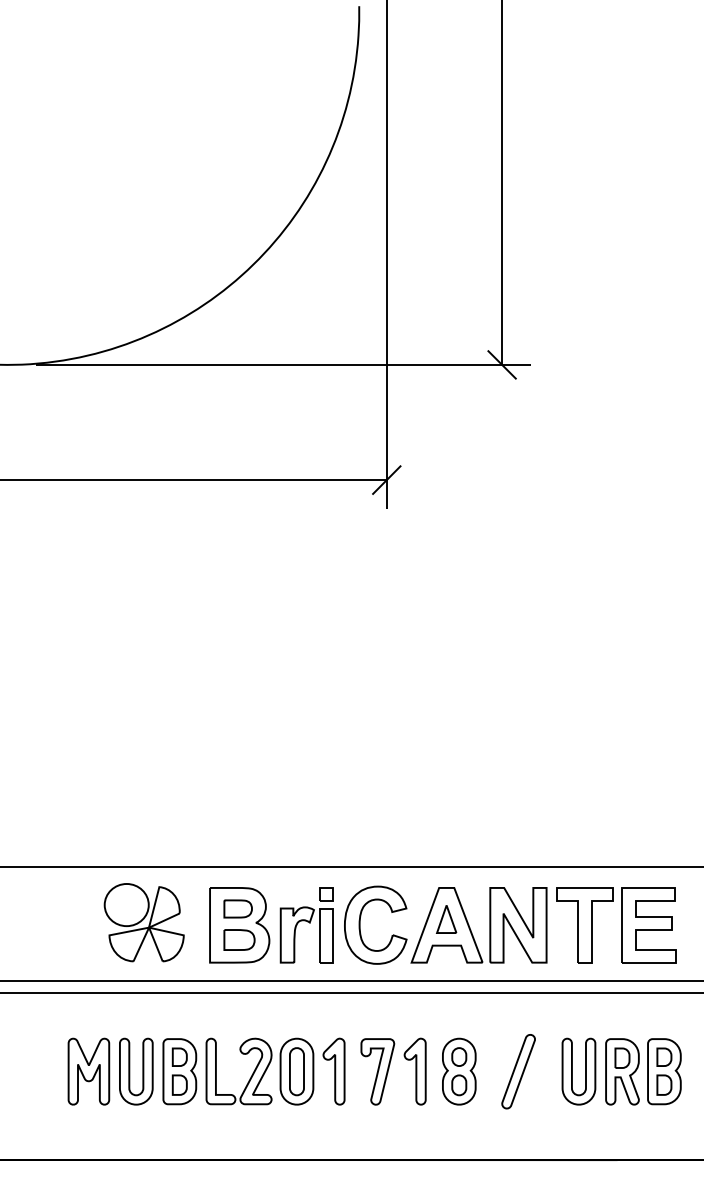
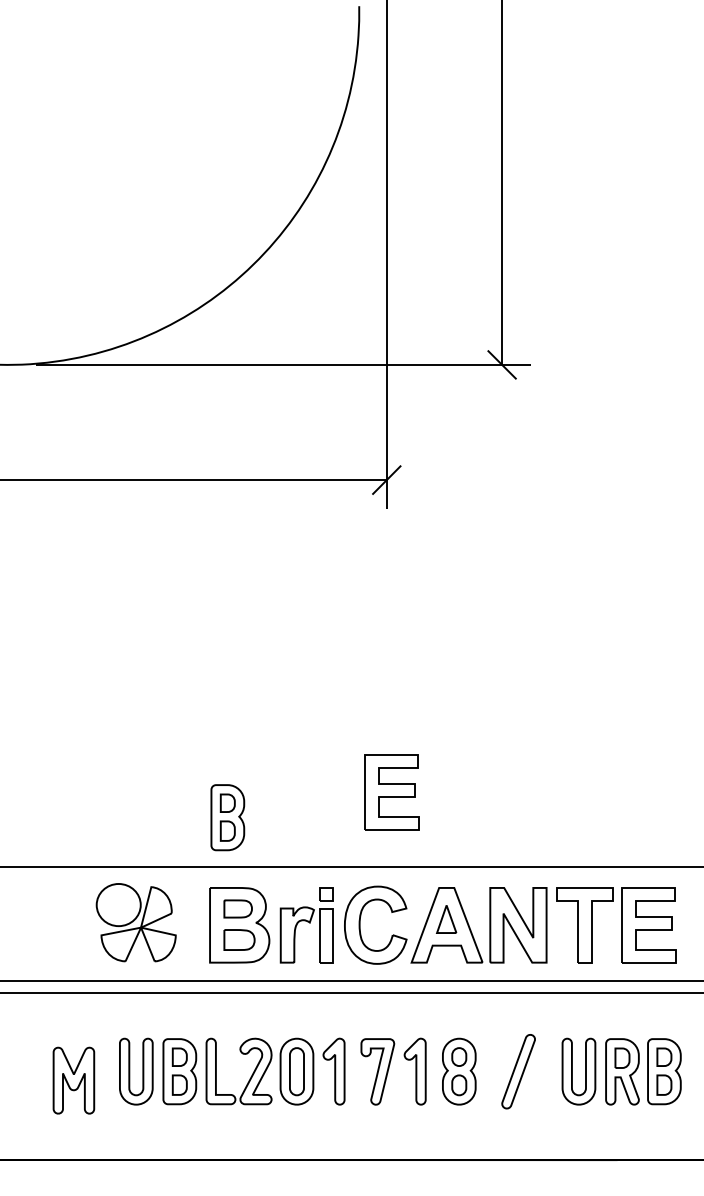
part at (391, 792): none -> present
part at (227, 817): none -> present
part at (143, 922) position: (143, 922) -> (135, 922)
part at (88, 1071) position: (88, 1071) -> (73, 1080)
